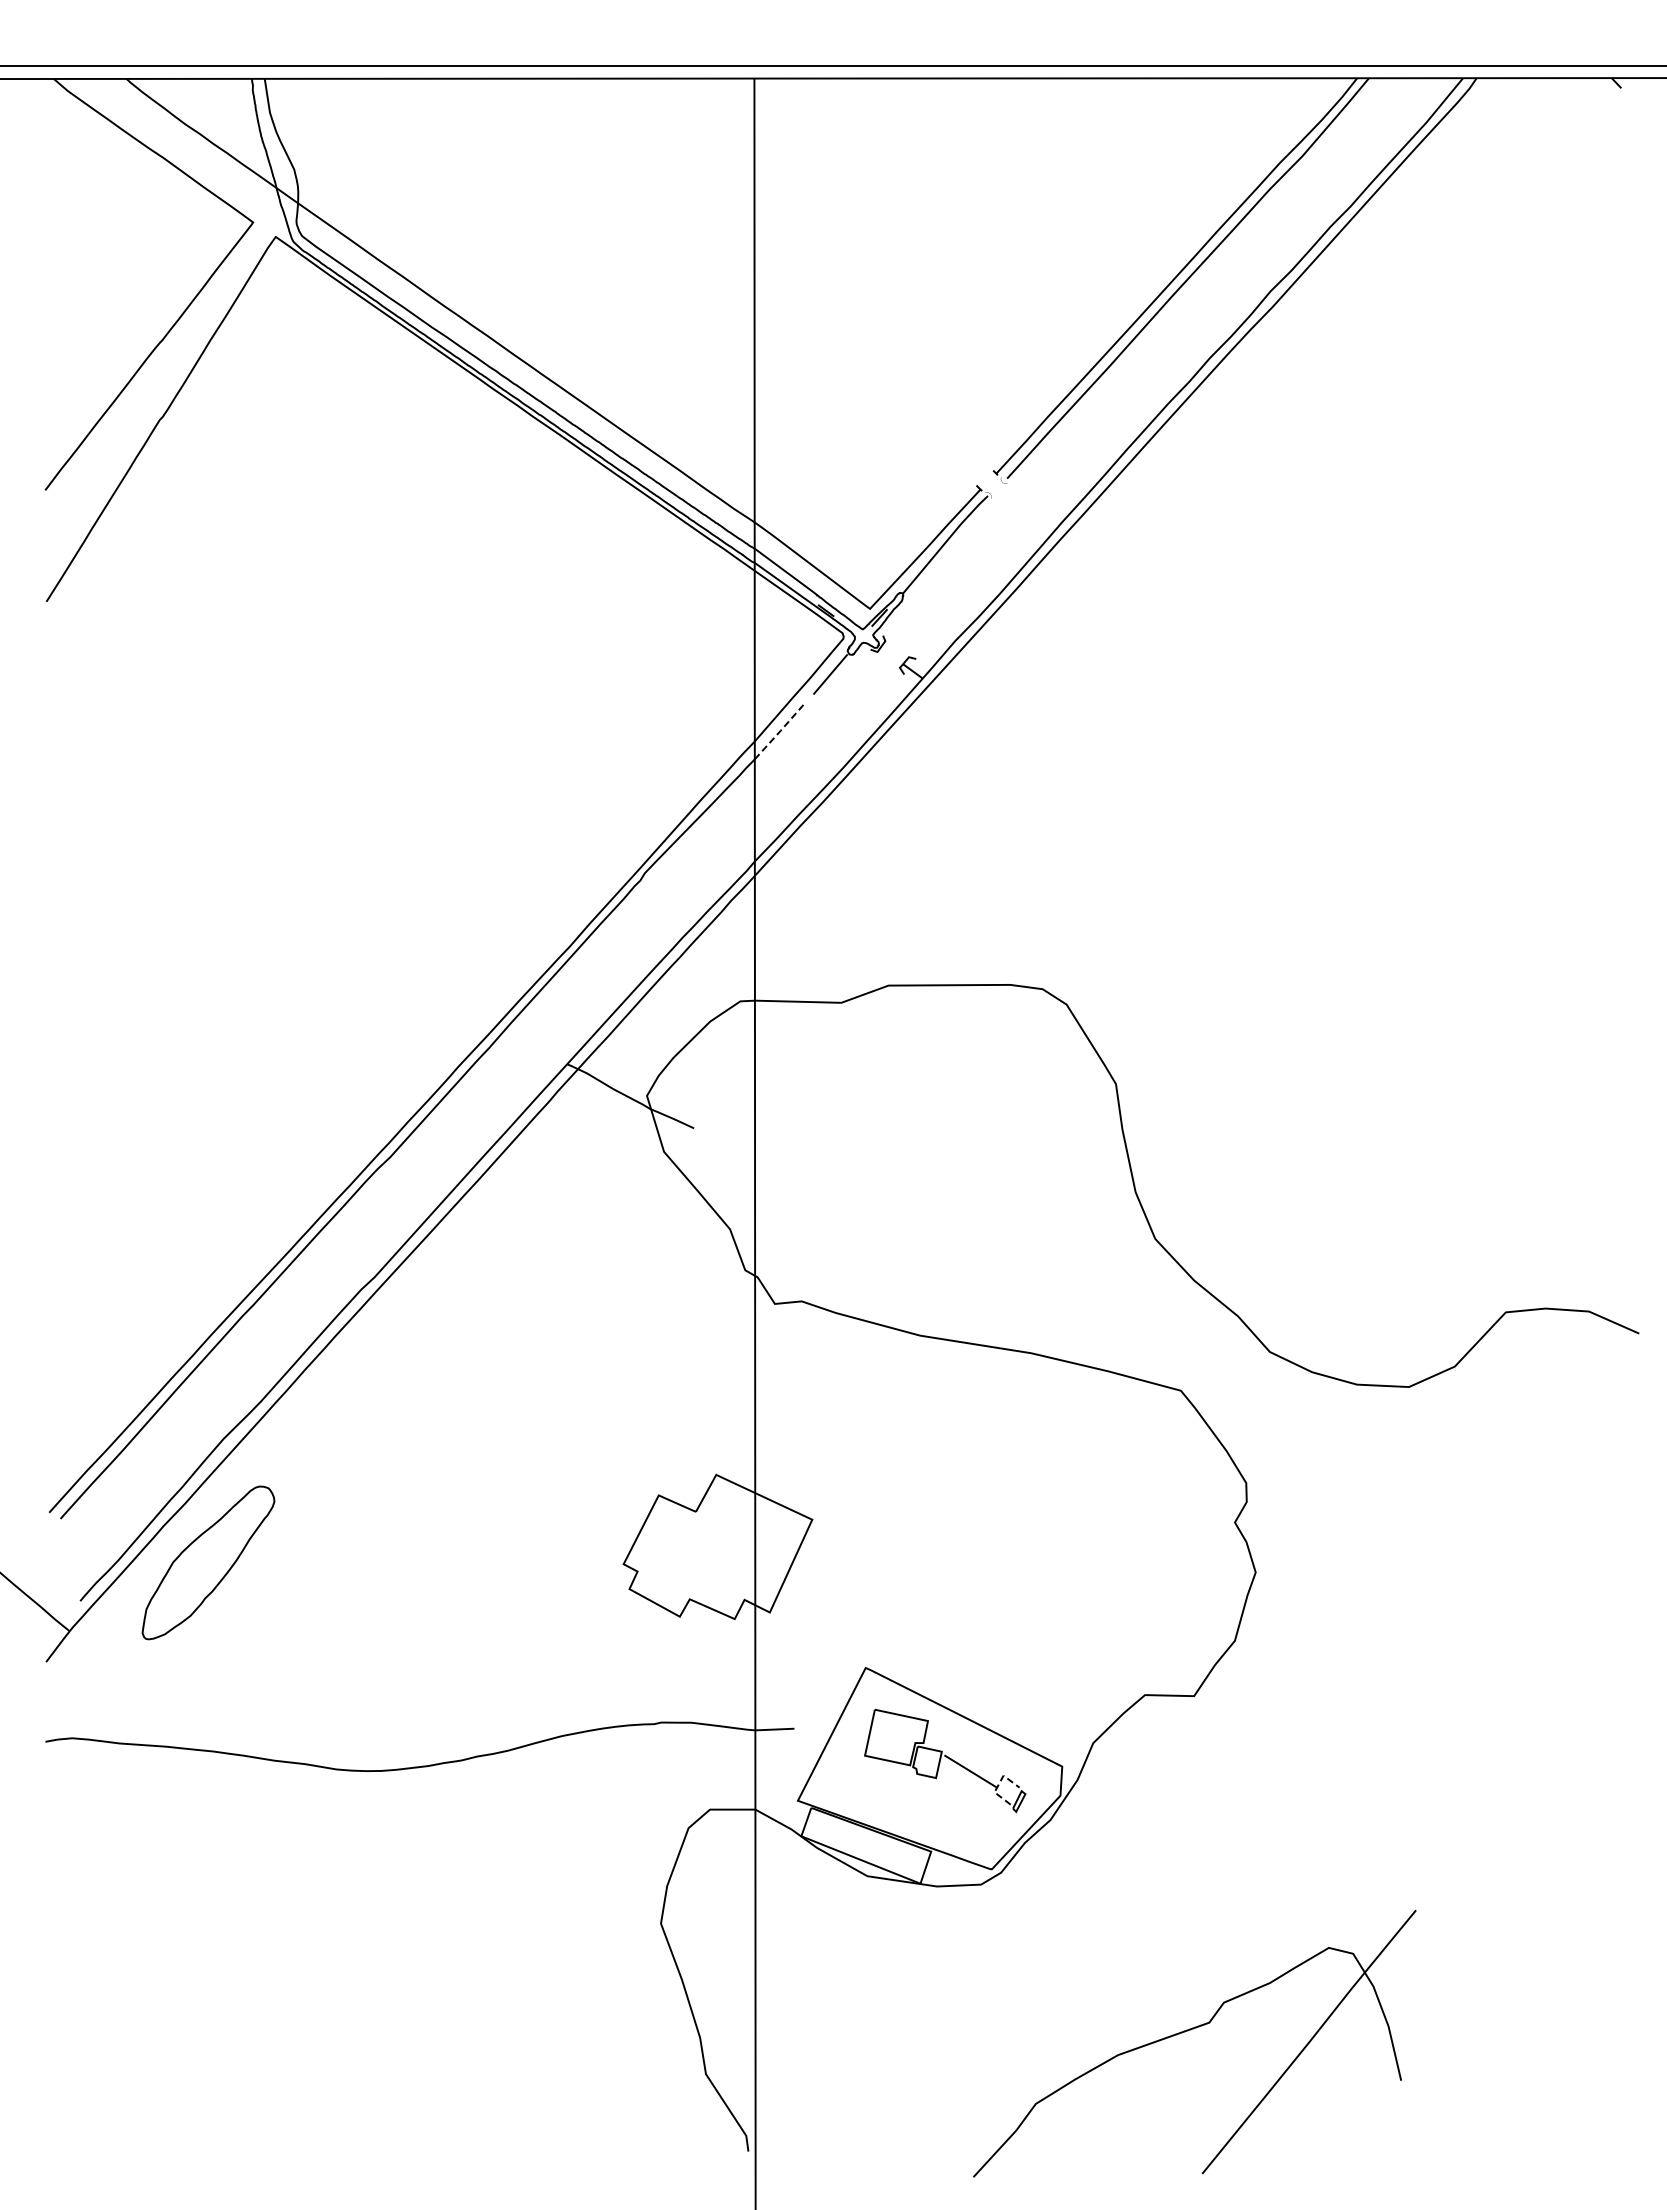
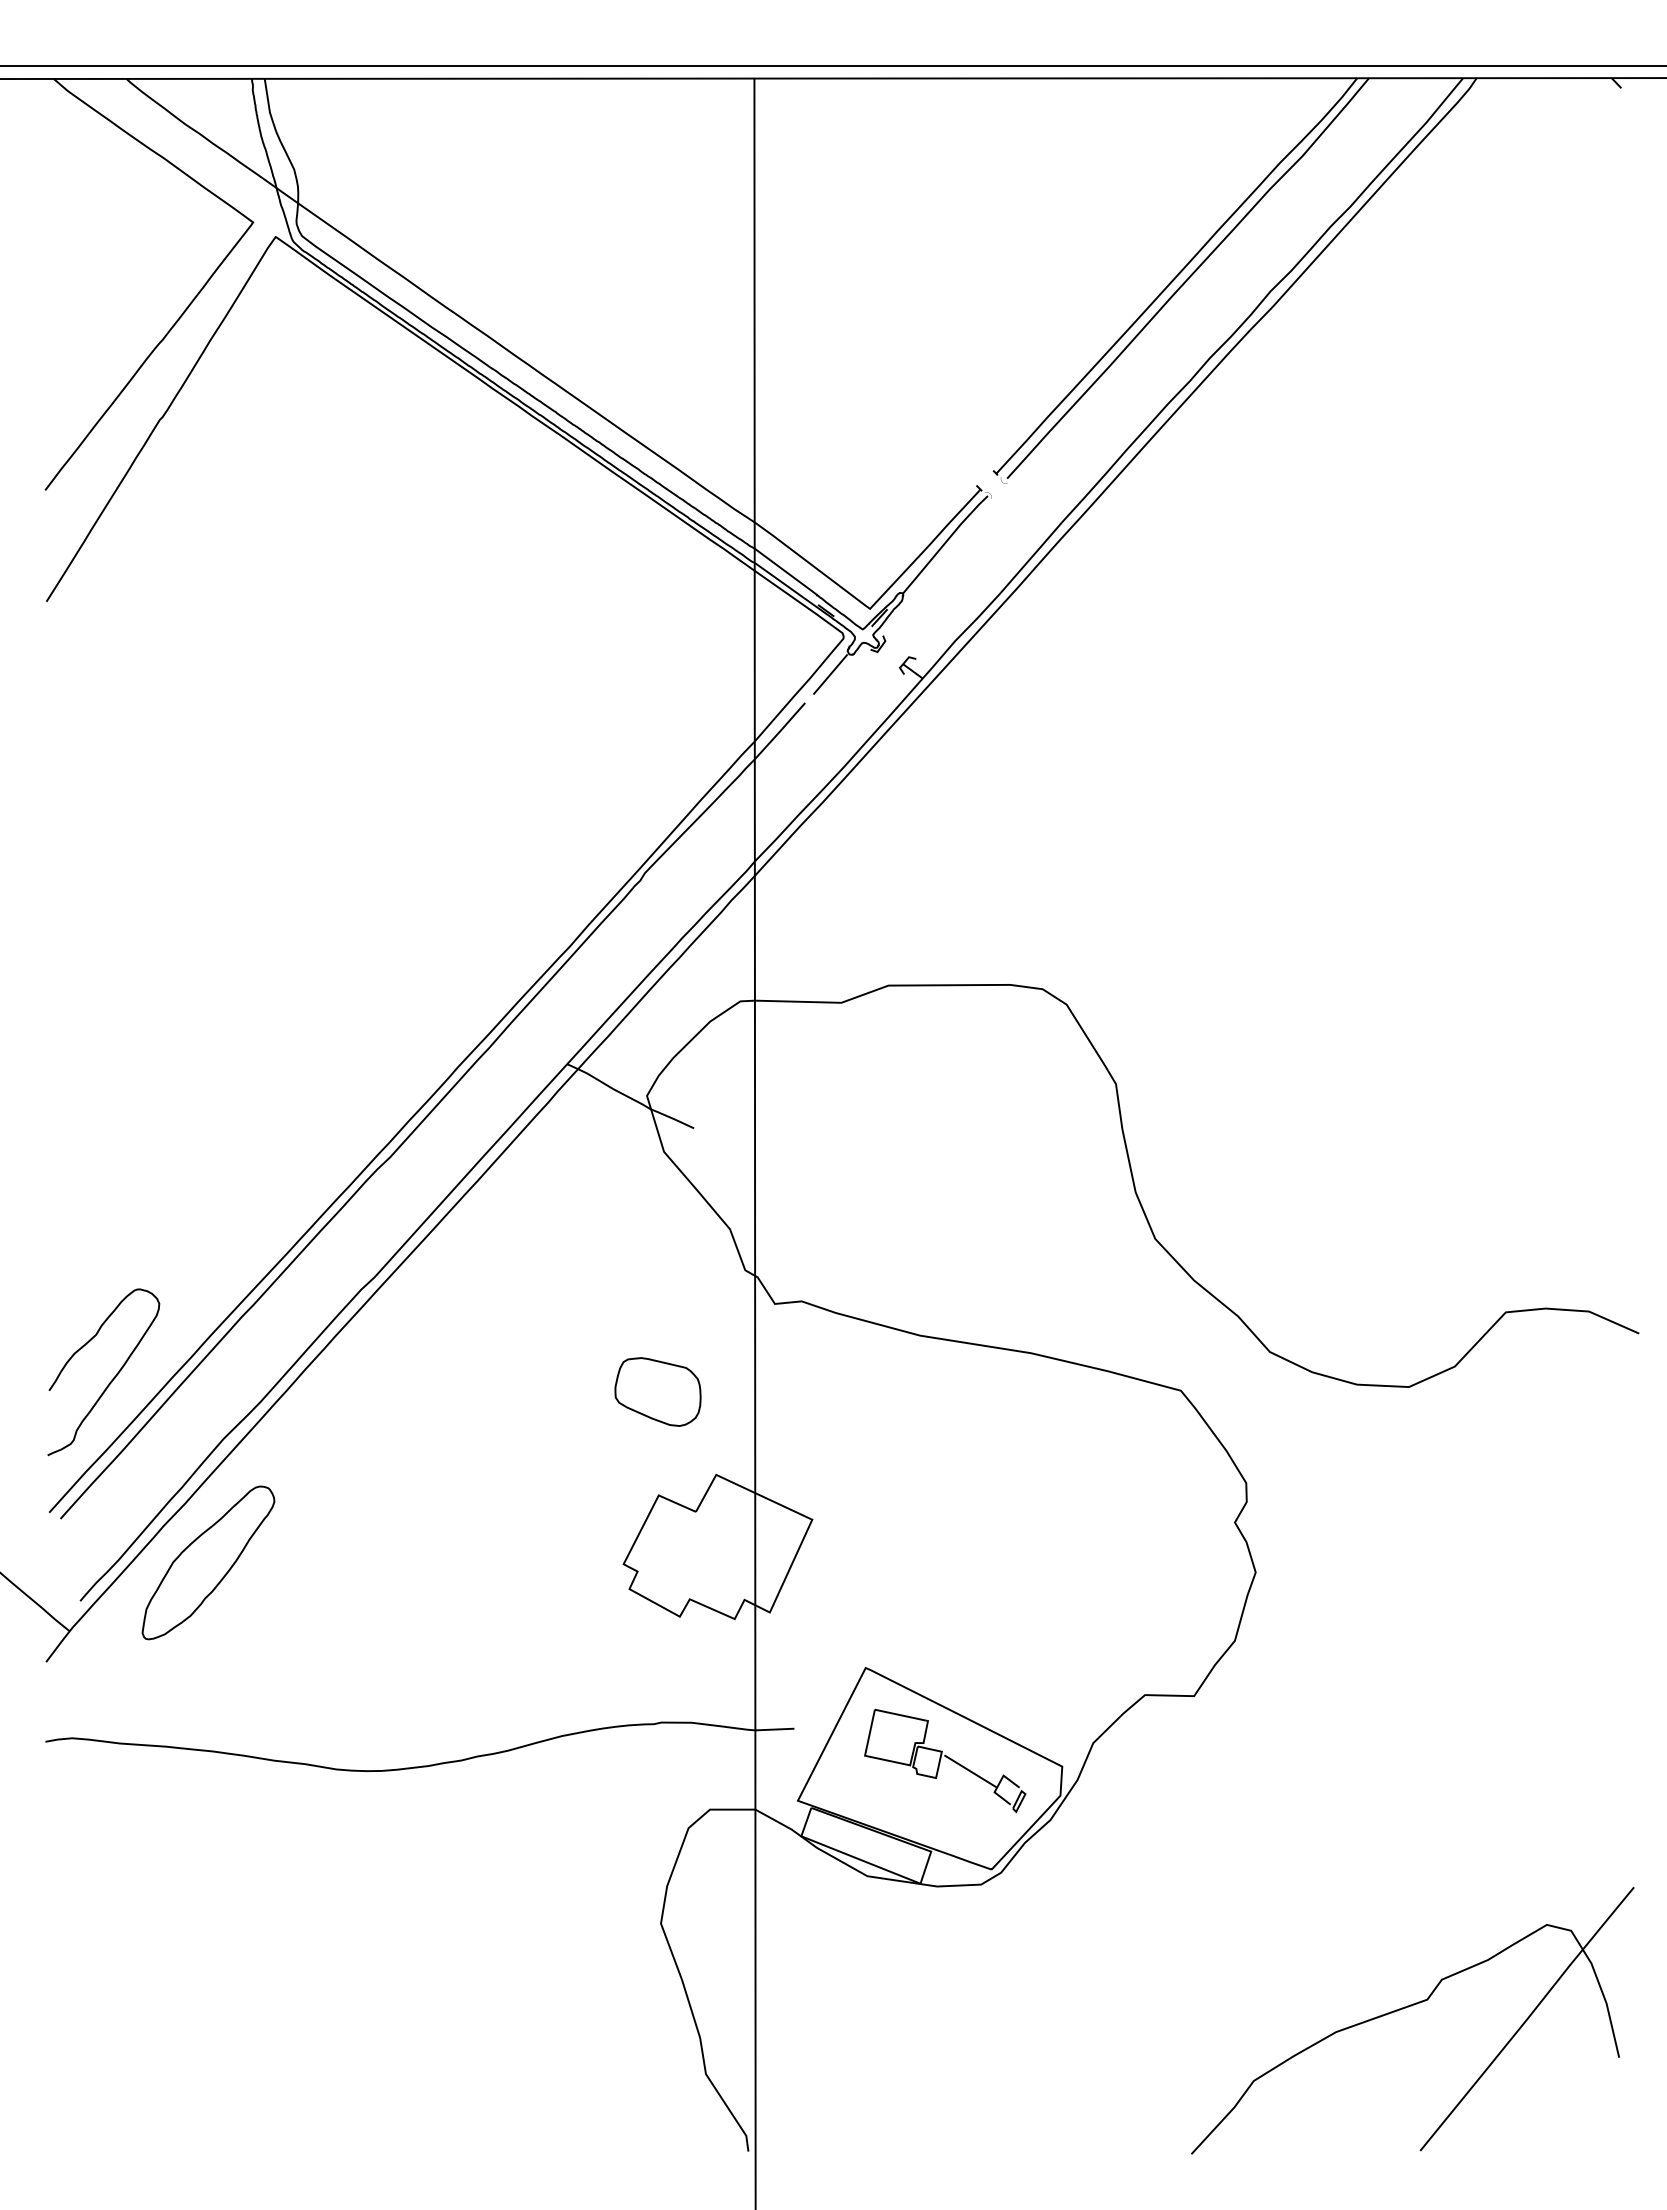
line at (780, 730): dashed -> solid
curve at (112, 1378): none -> present
part at (657, 1391): none -> present
line at (999, 1783): dashed -> solid
part at (1190, 2030) position: (1190, 2030) -> (1408, 2007)
